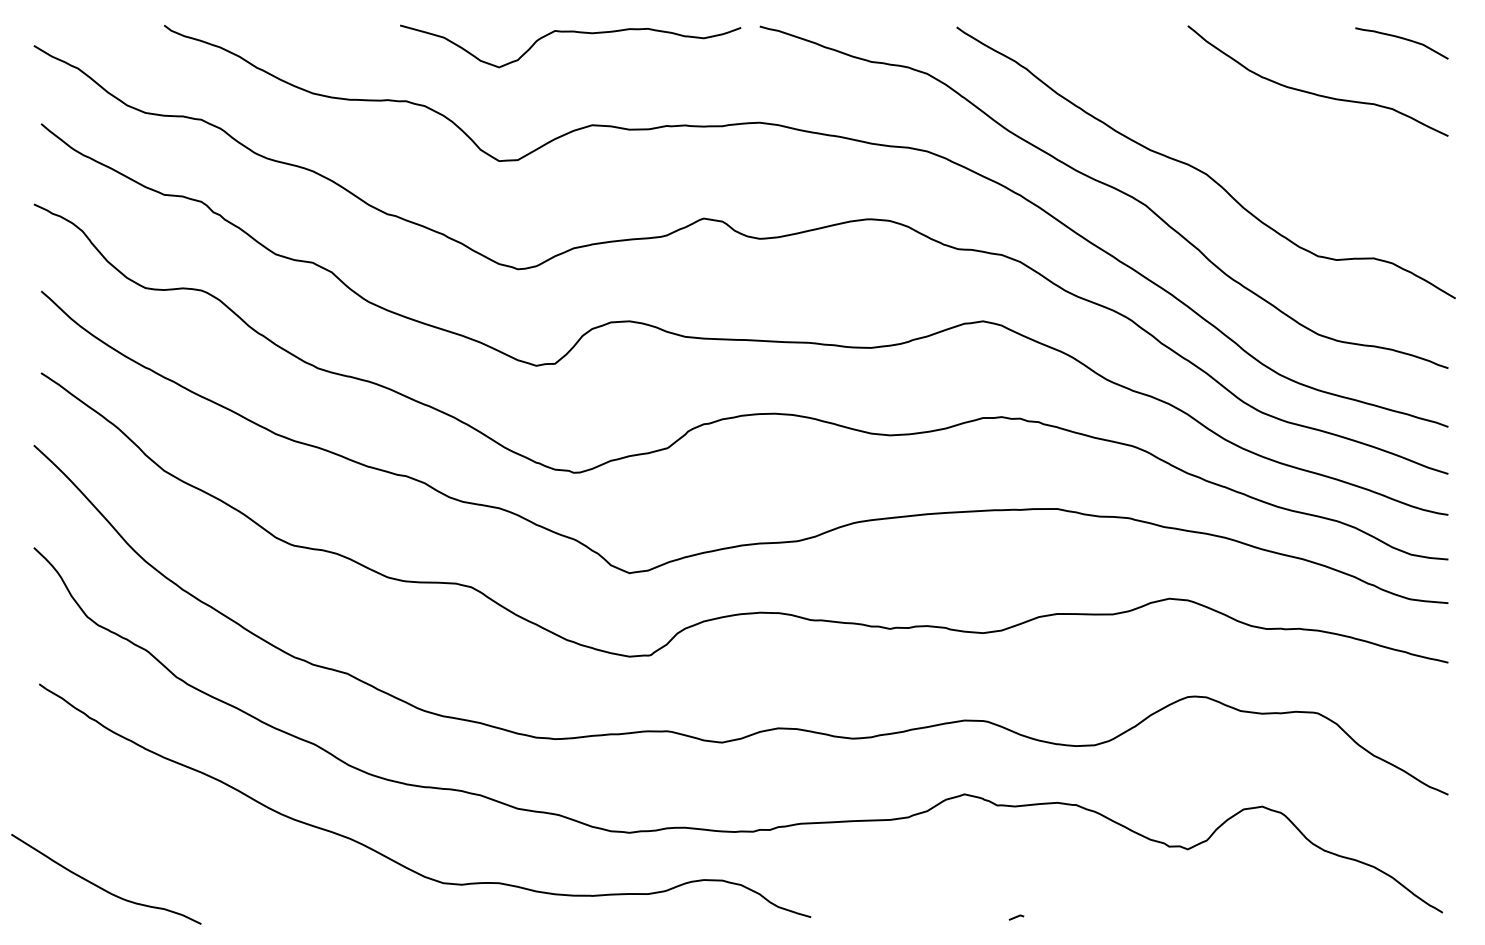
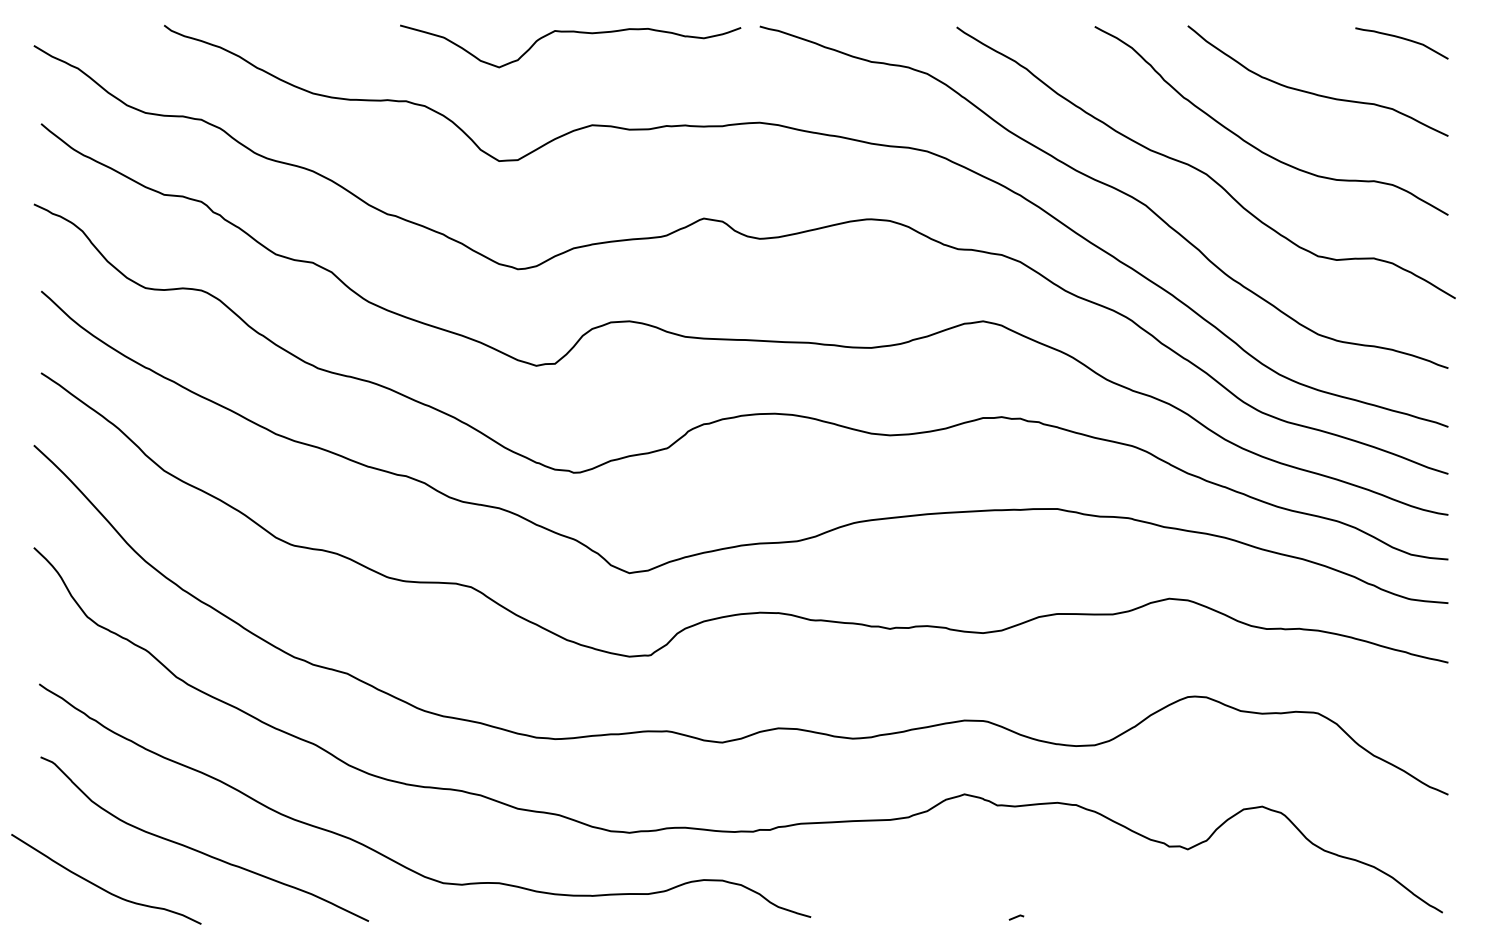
curve at (1255, 146): none -> present
curve at (199, 850): none -> present
